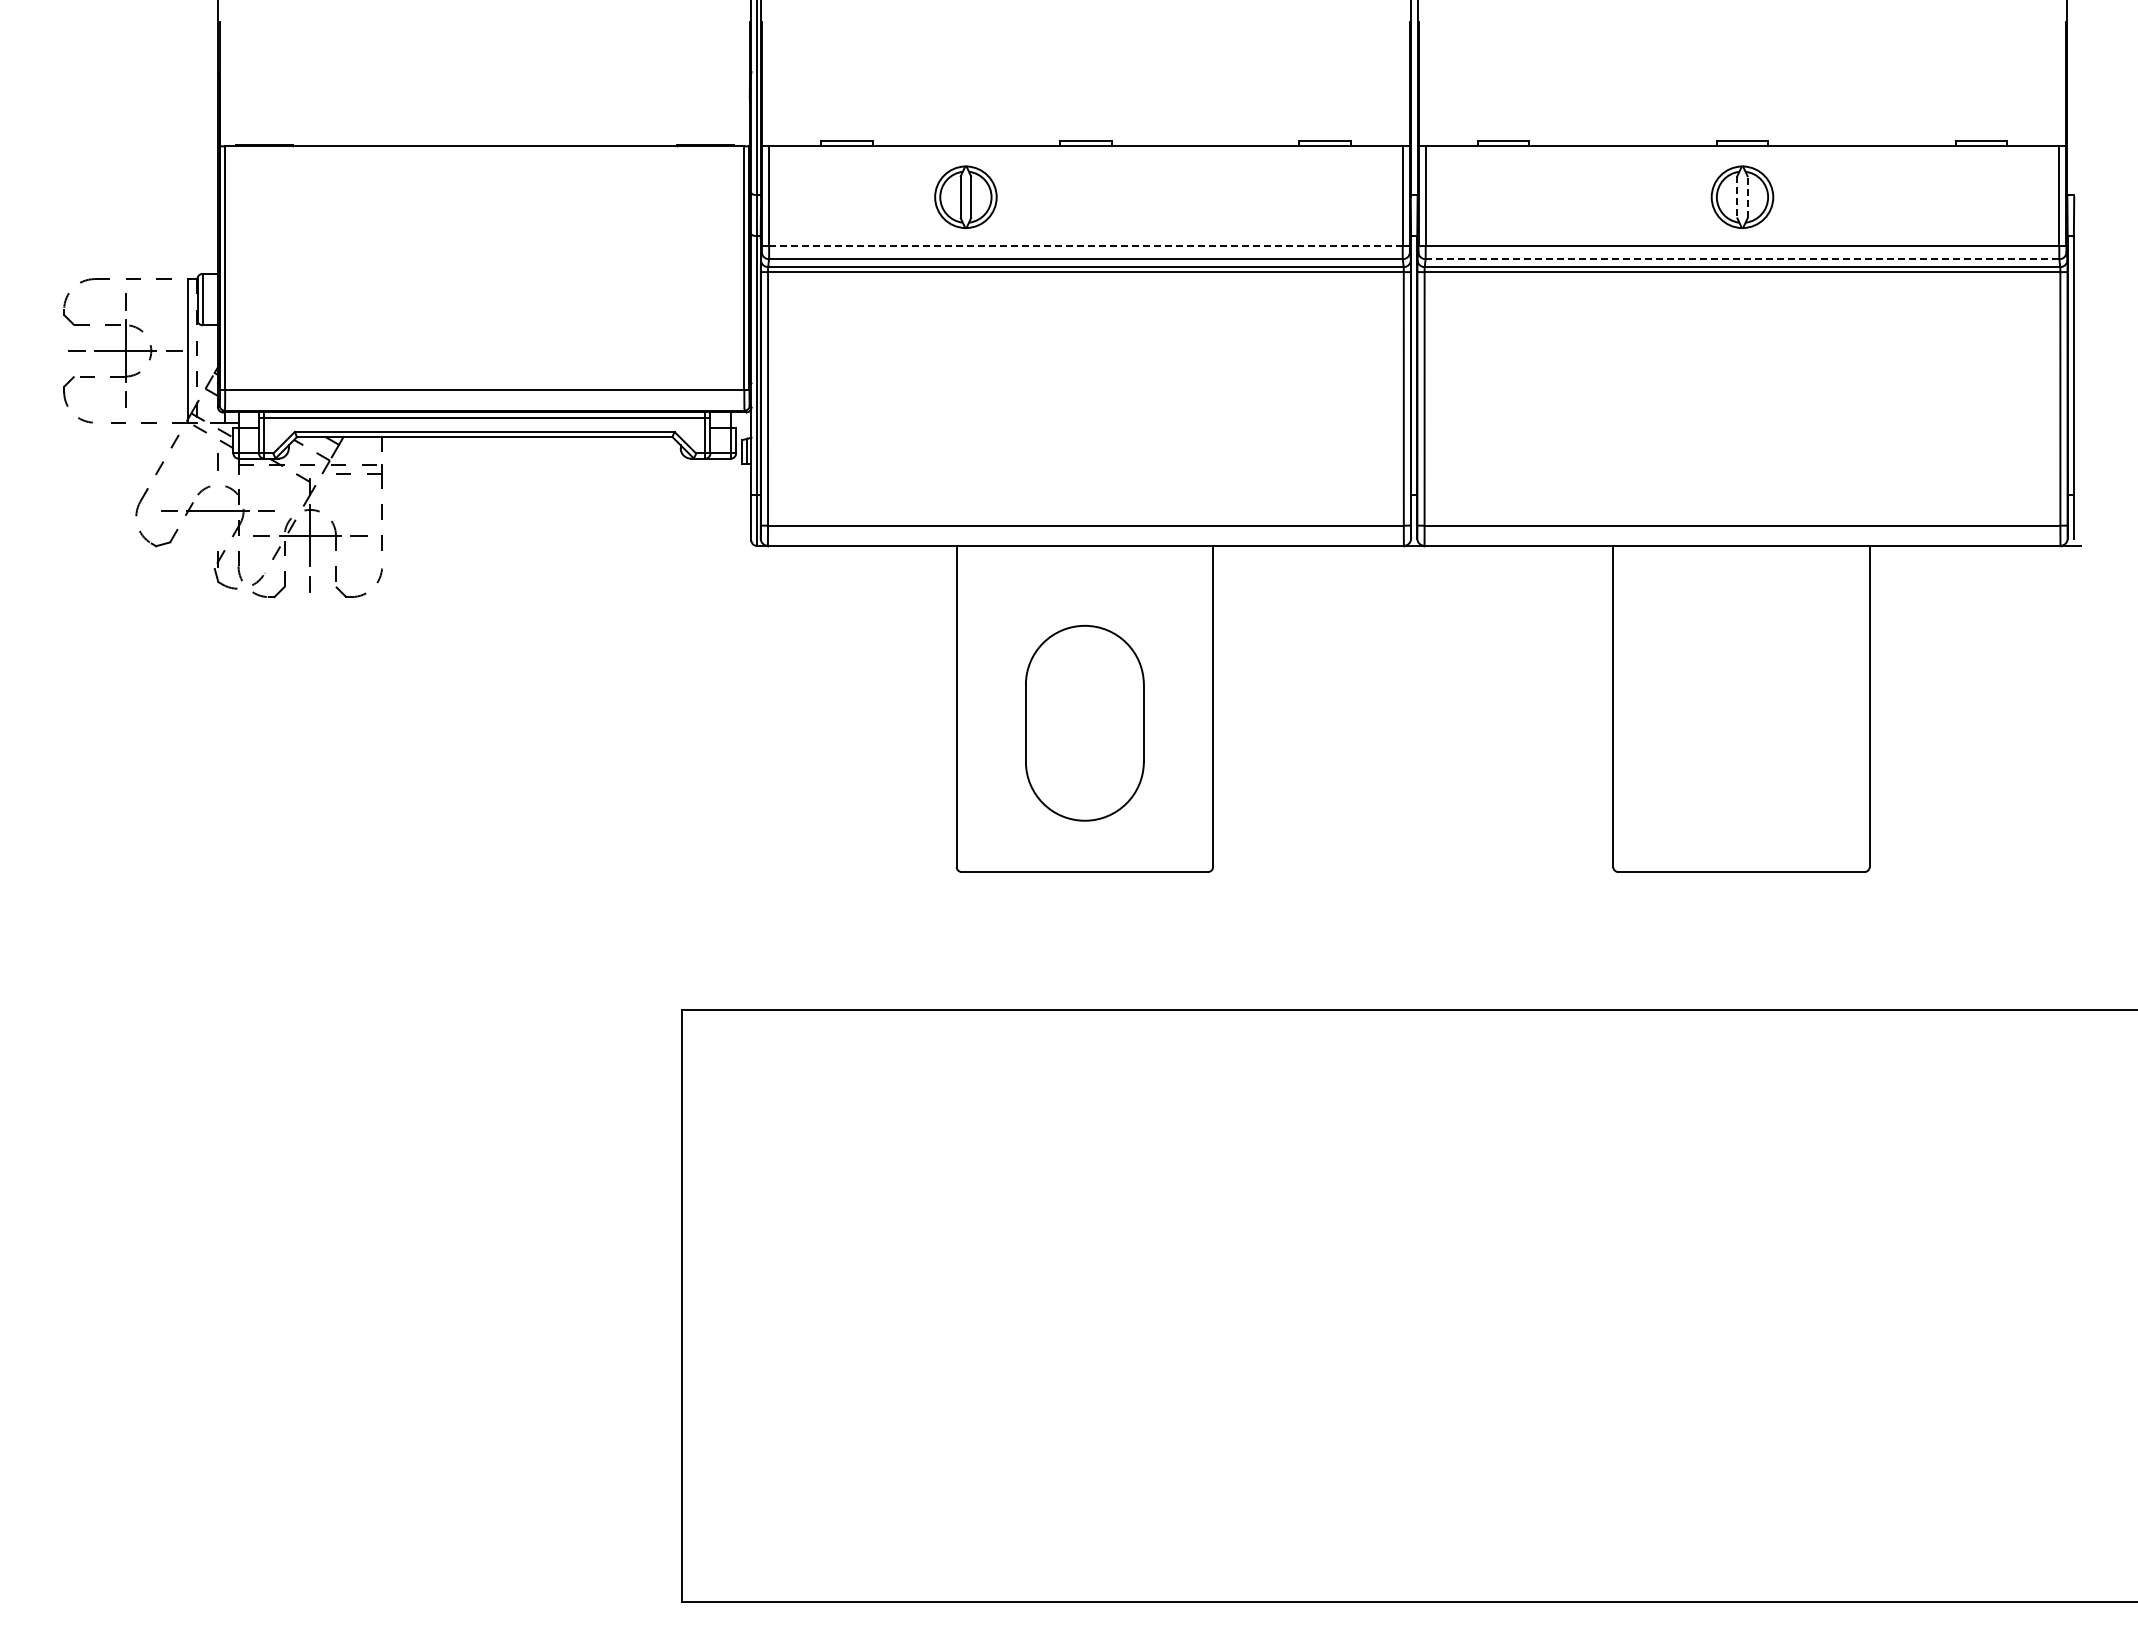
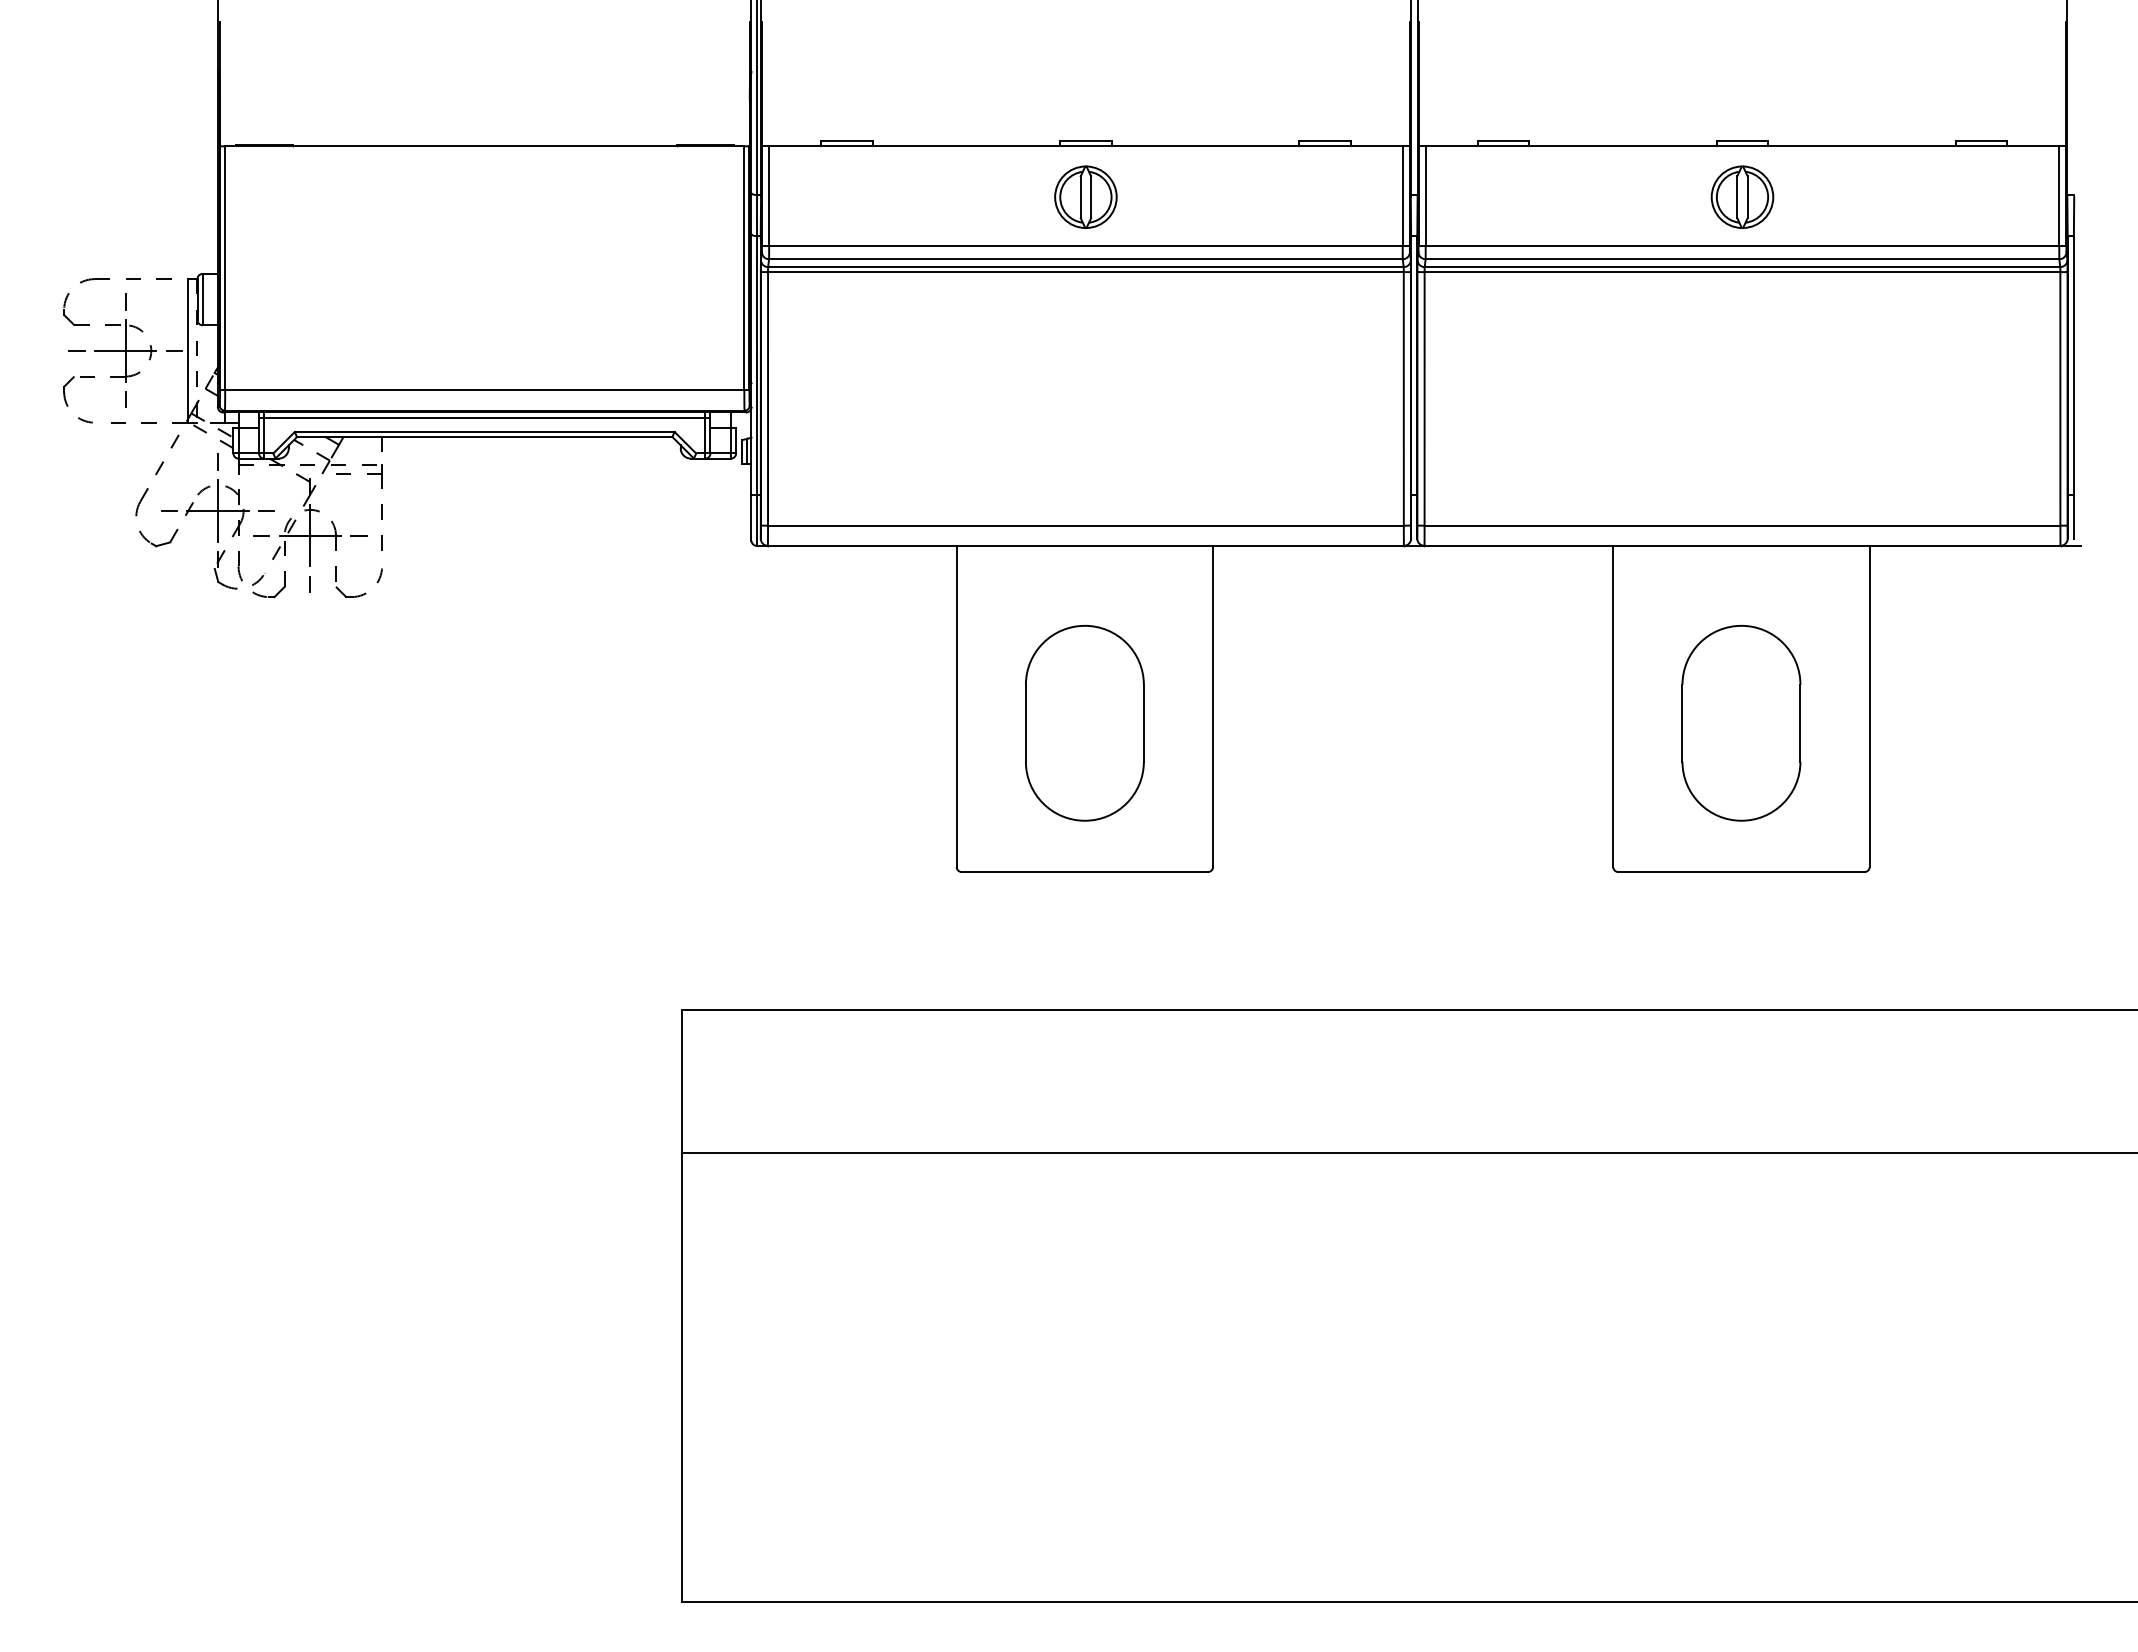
part at (965, 196) position: (965, 196) -> (1085, 196)
line at (1747, 196): dashed -> solid
line at (1737, 197): dashed -> solid
line at (1085, 245): dashed -> solid
line at (1742, 259): dashed -> solid
line at (218, 510): none -> present
part at (1741, 723): none -> present
line at (1409, 1153): none -> present
